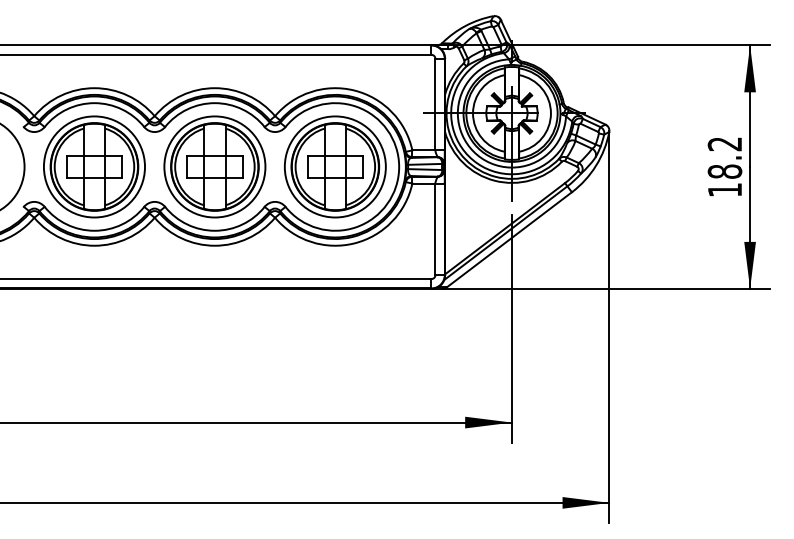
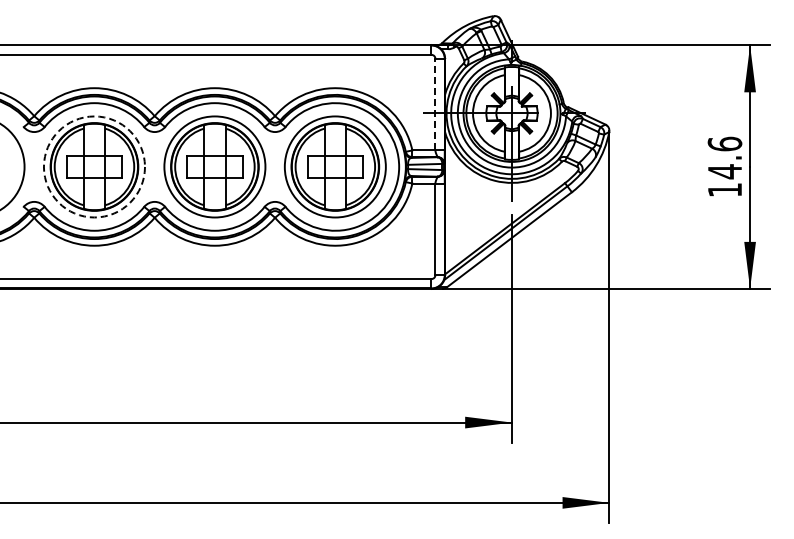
line at (435, 104): solid -> dashed
text at (724, 157): 18.2 -> 14.6
circle at (94, 166): solid -> dashed
